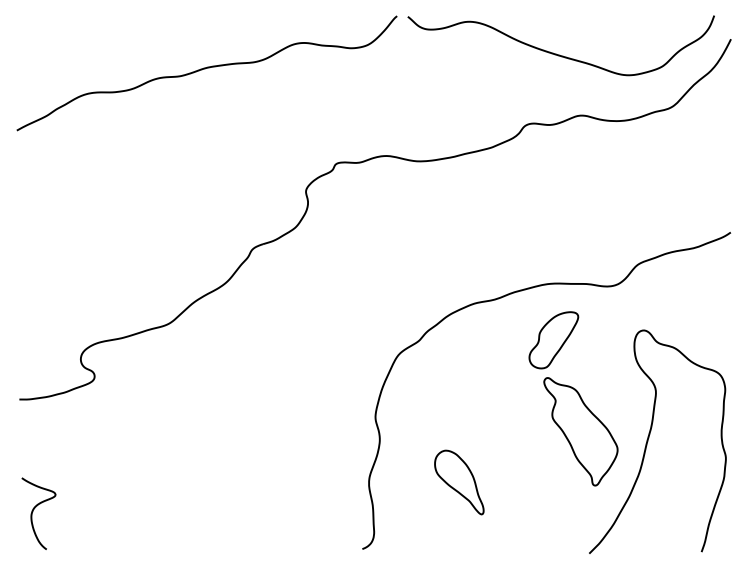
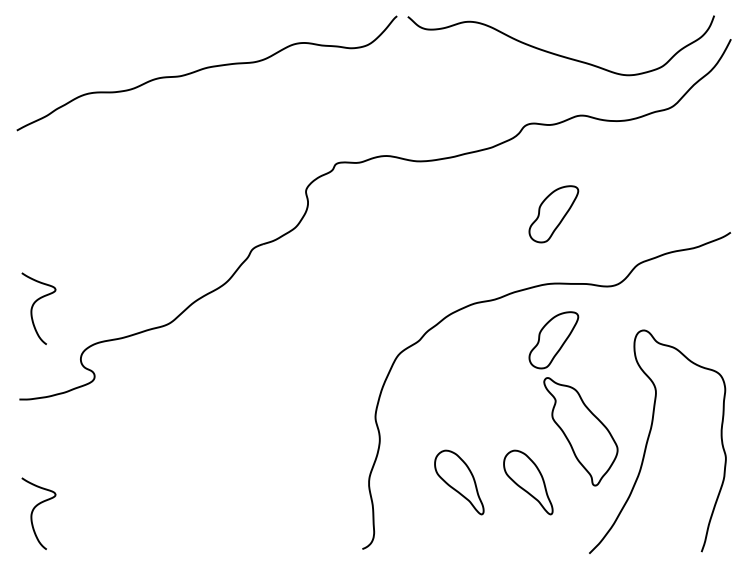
part at (553, 214): none -> present
curve at (33, 306): none -> present
part at (528, 482): none -> present
